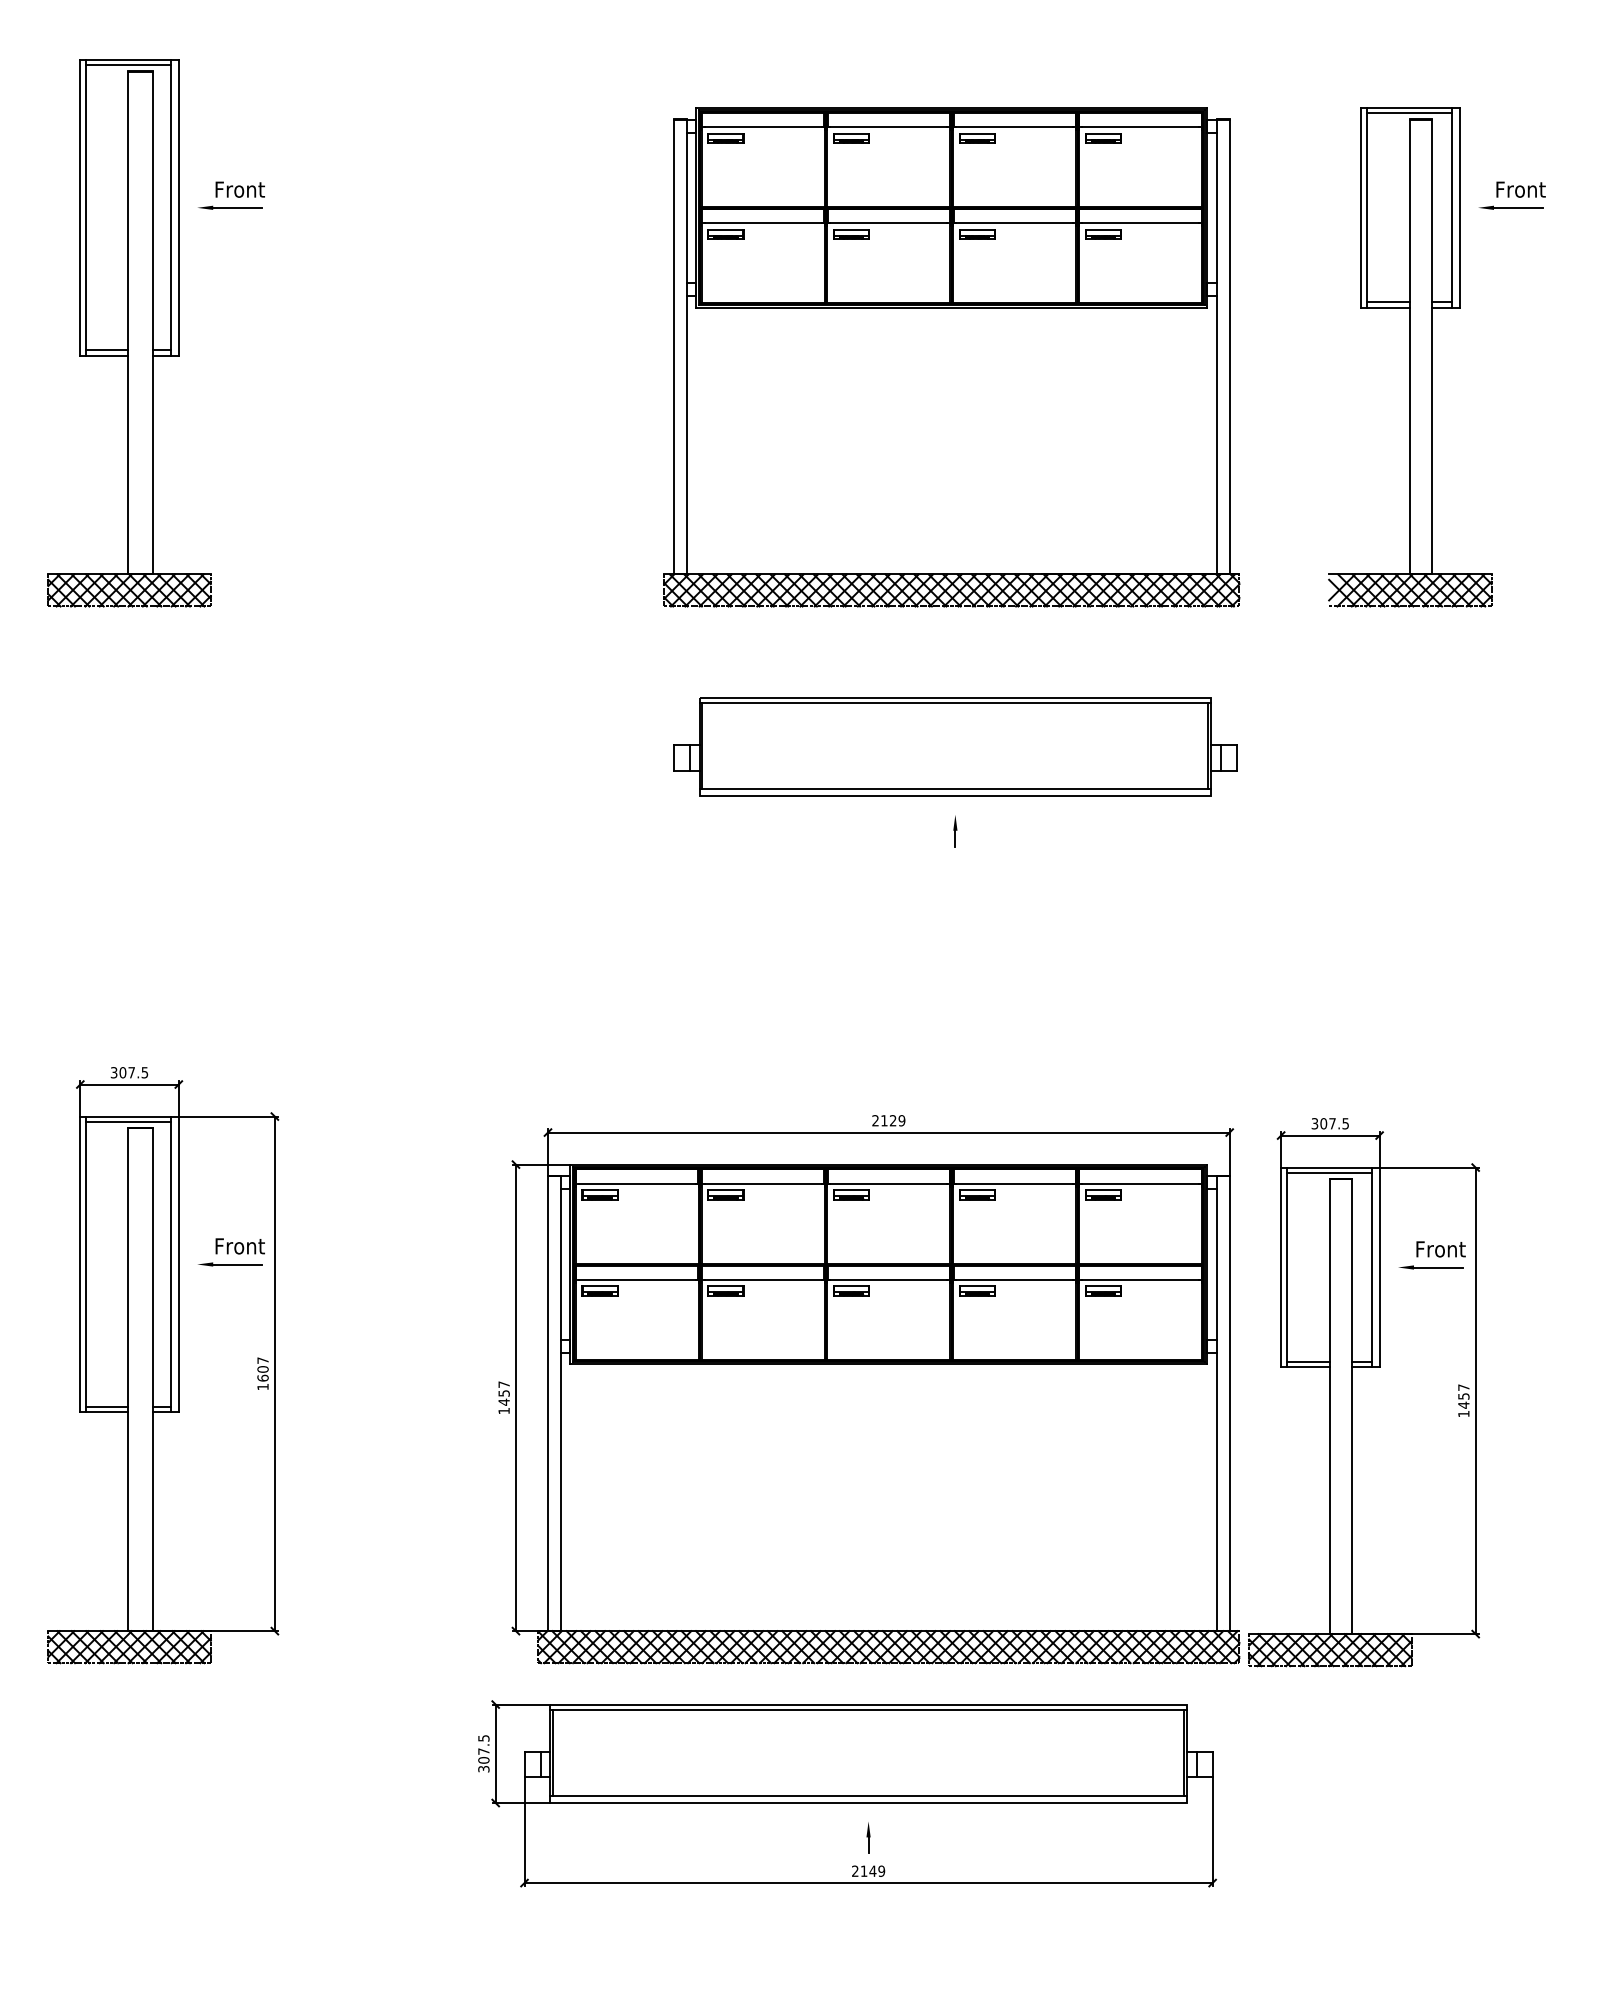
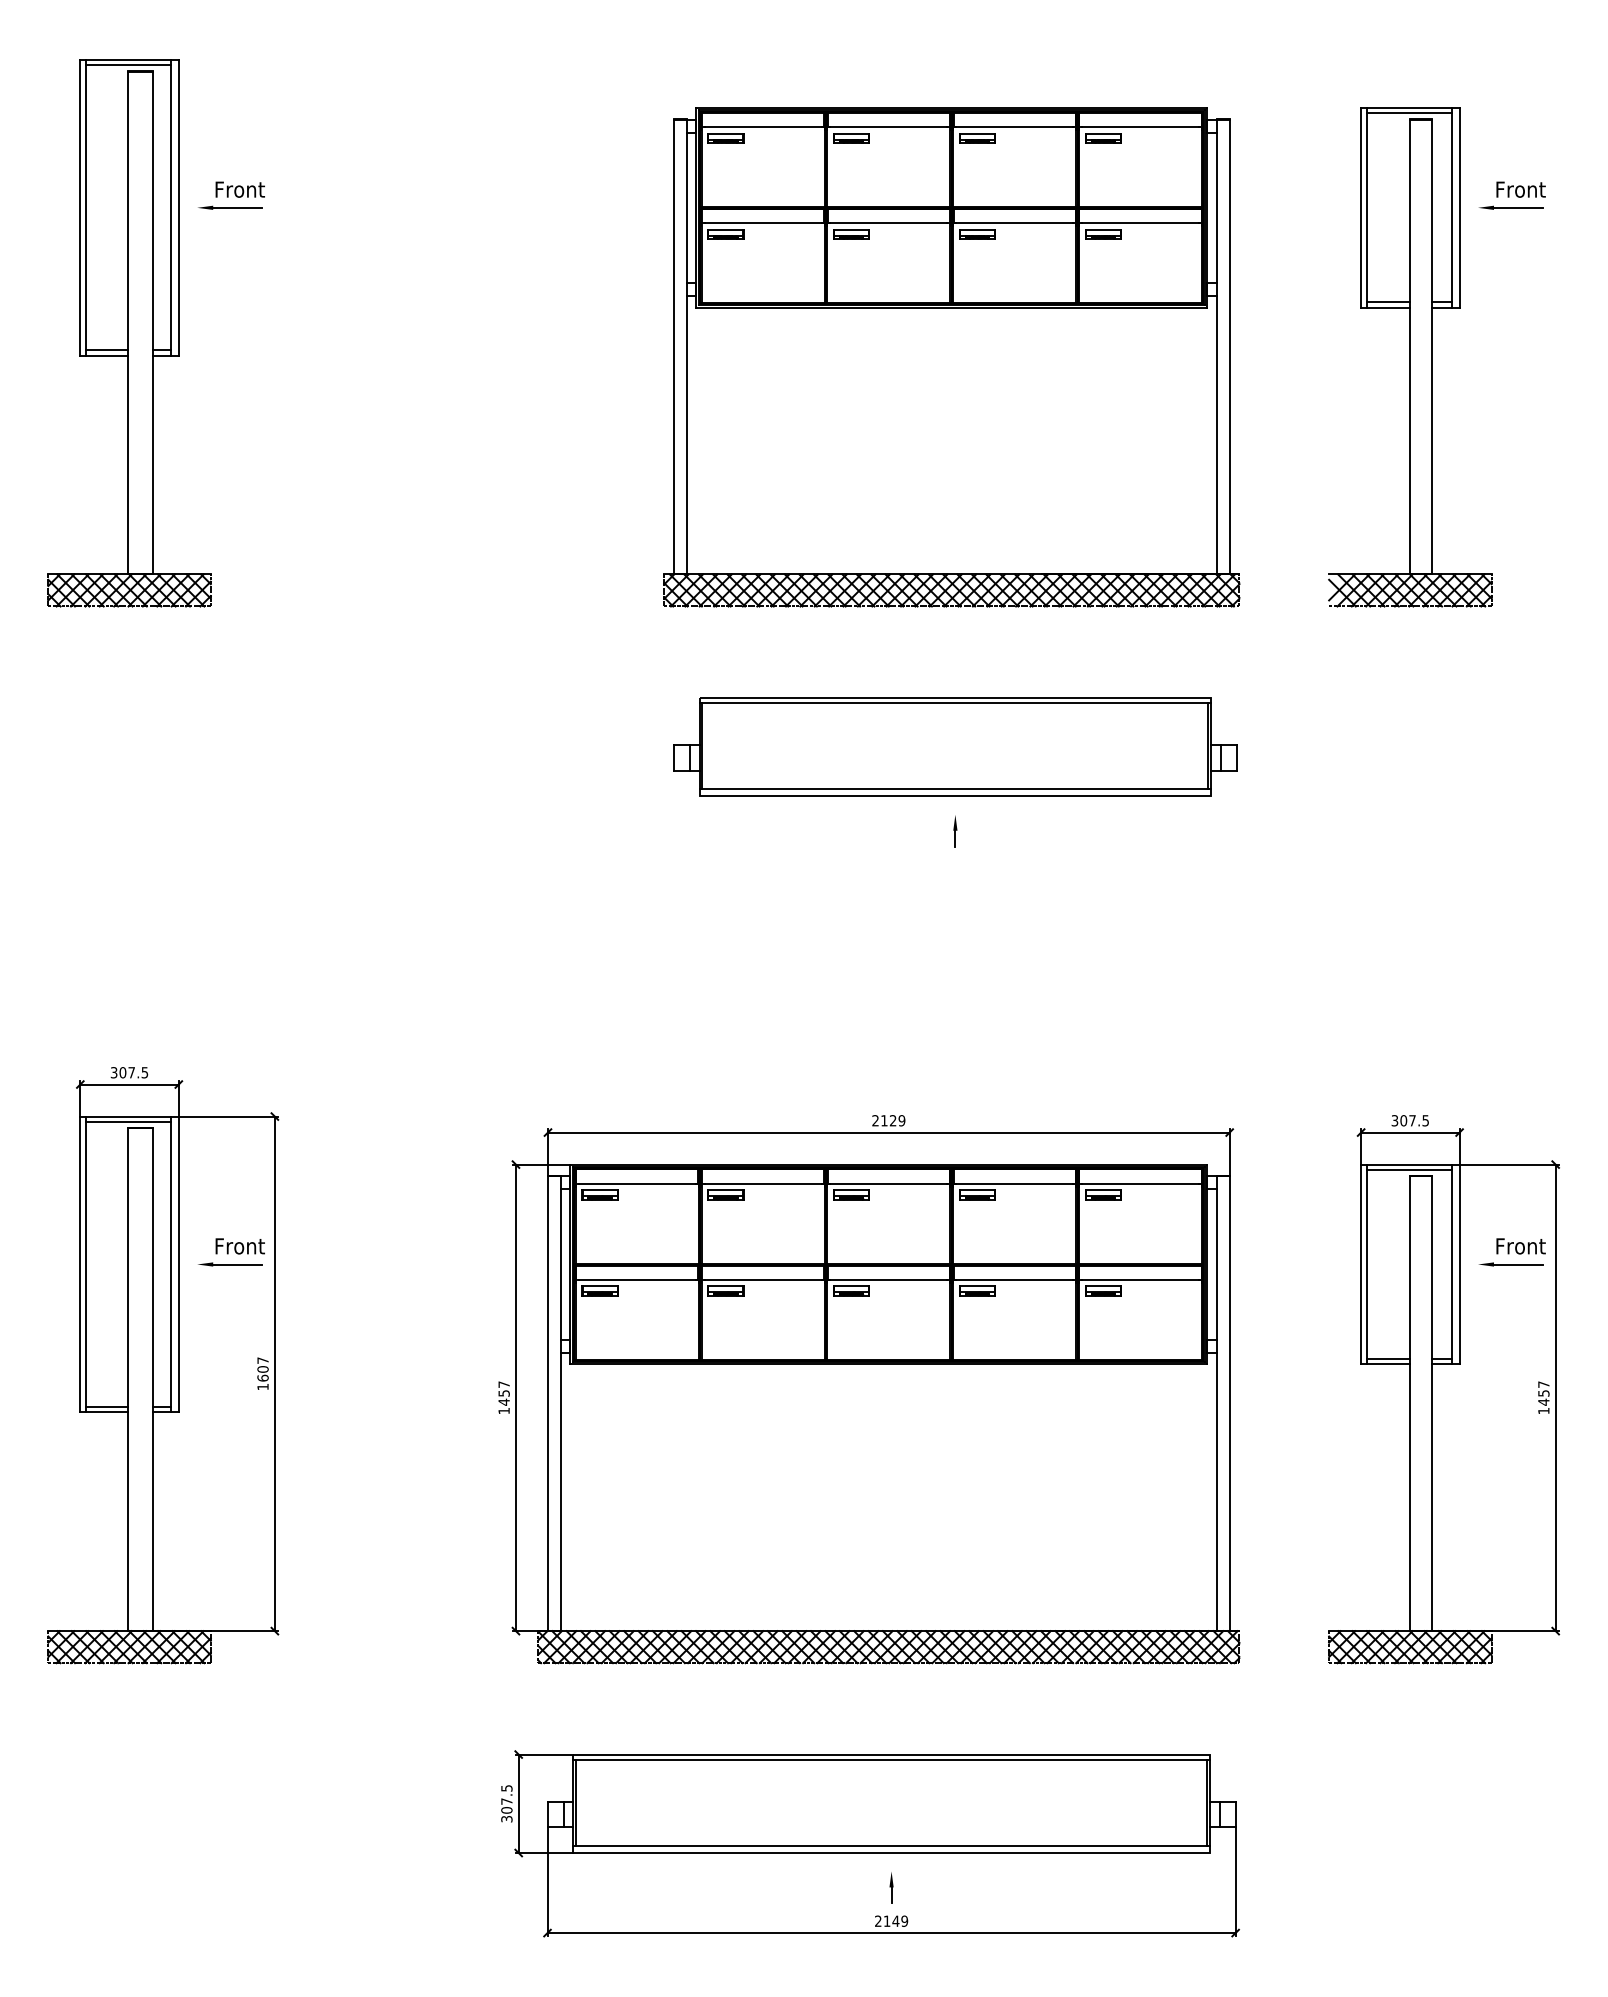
part at (1364, 1392) position: (1364, 1392) -> (1444, 1389)
part at (847, 1793) position: (847, 1793) -> (870, 1843)
